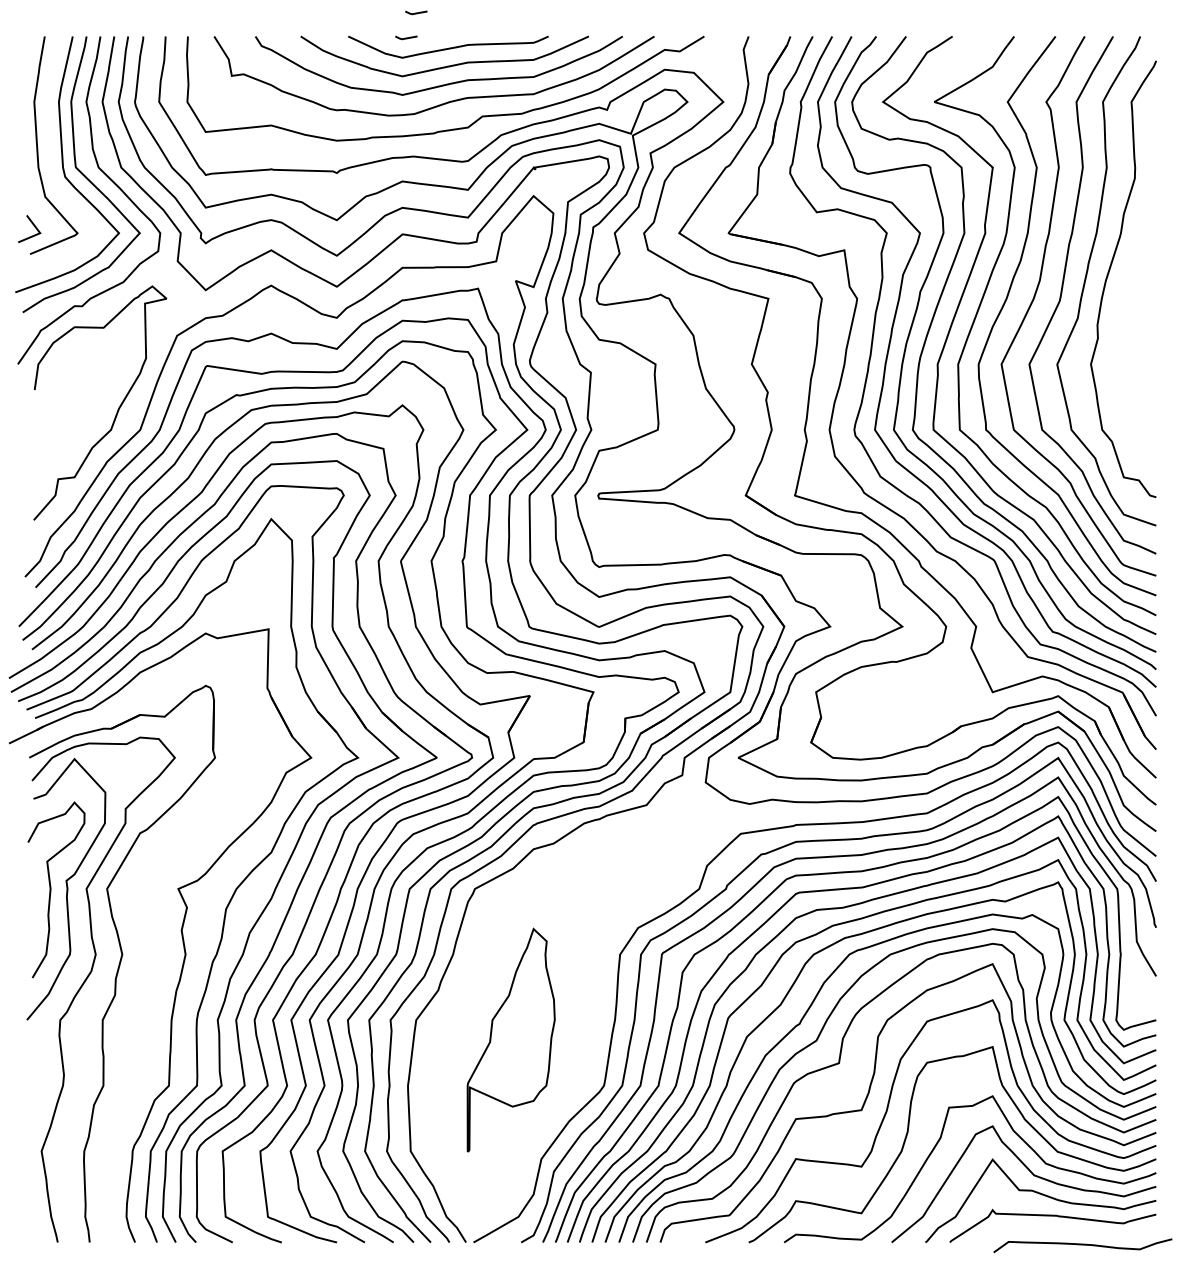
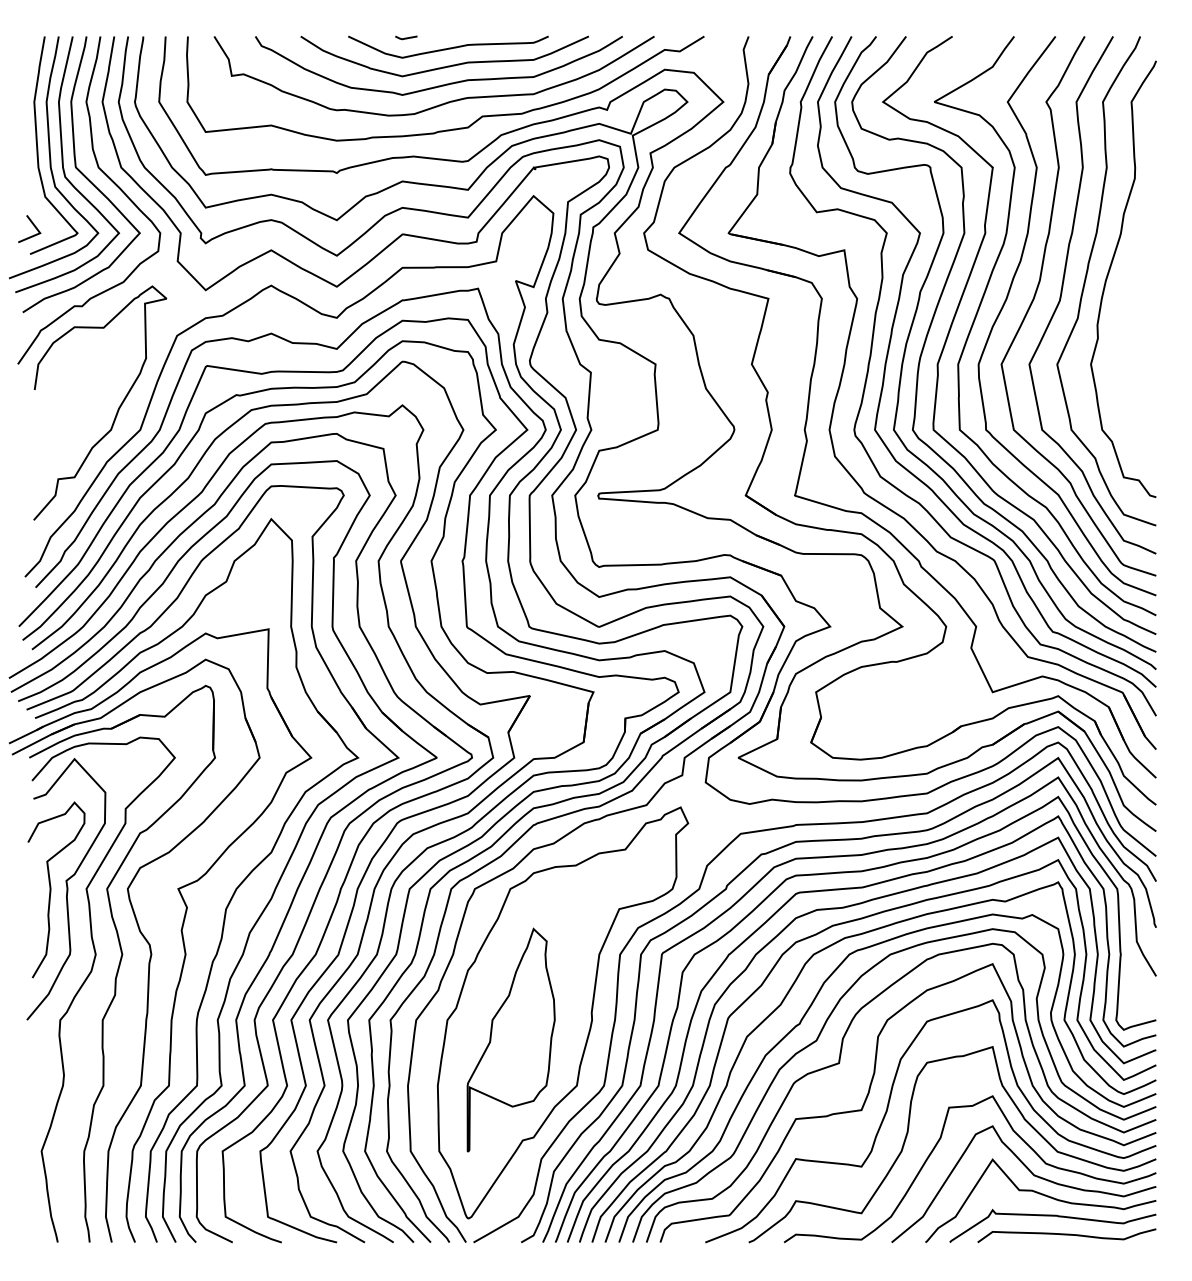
line at (416, 12): present -> none
curve at (51, 158): none -> present
part at (146, 942): none -> present
part at (563, 1012): none -> present
curve at (1082, 1245) position: (1082, 1245) -> (1066, 1235)
